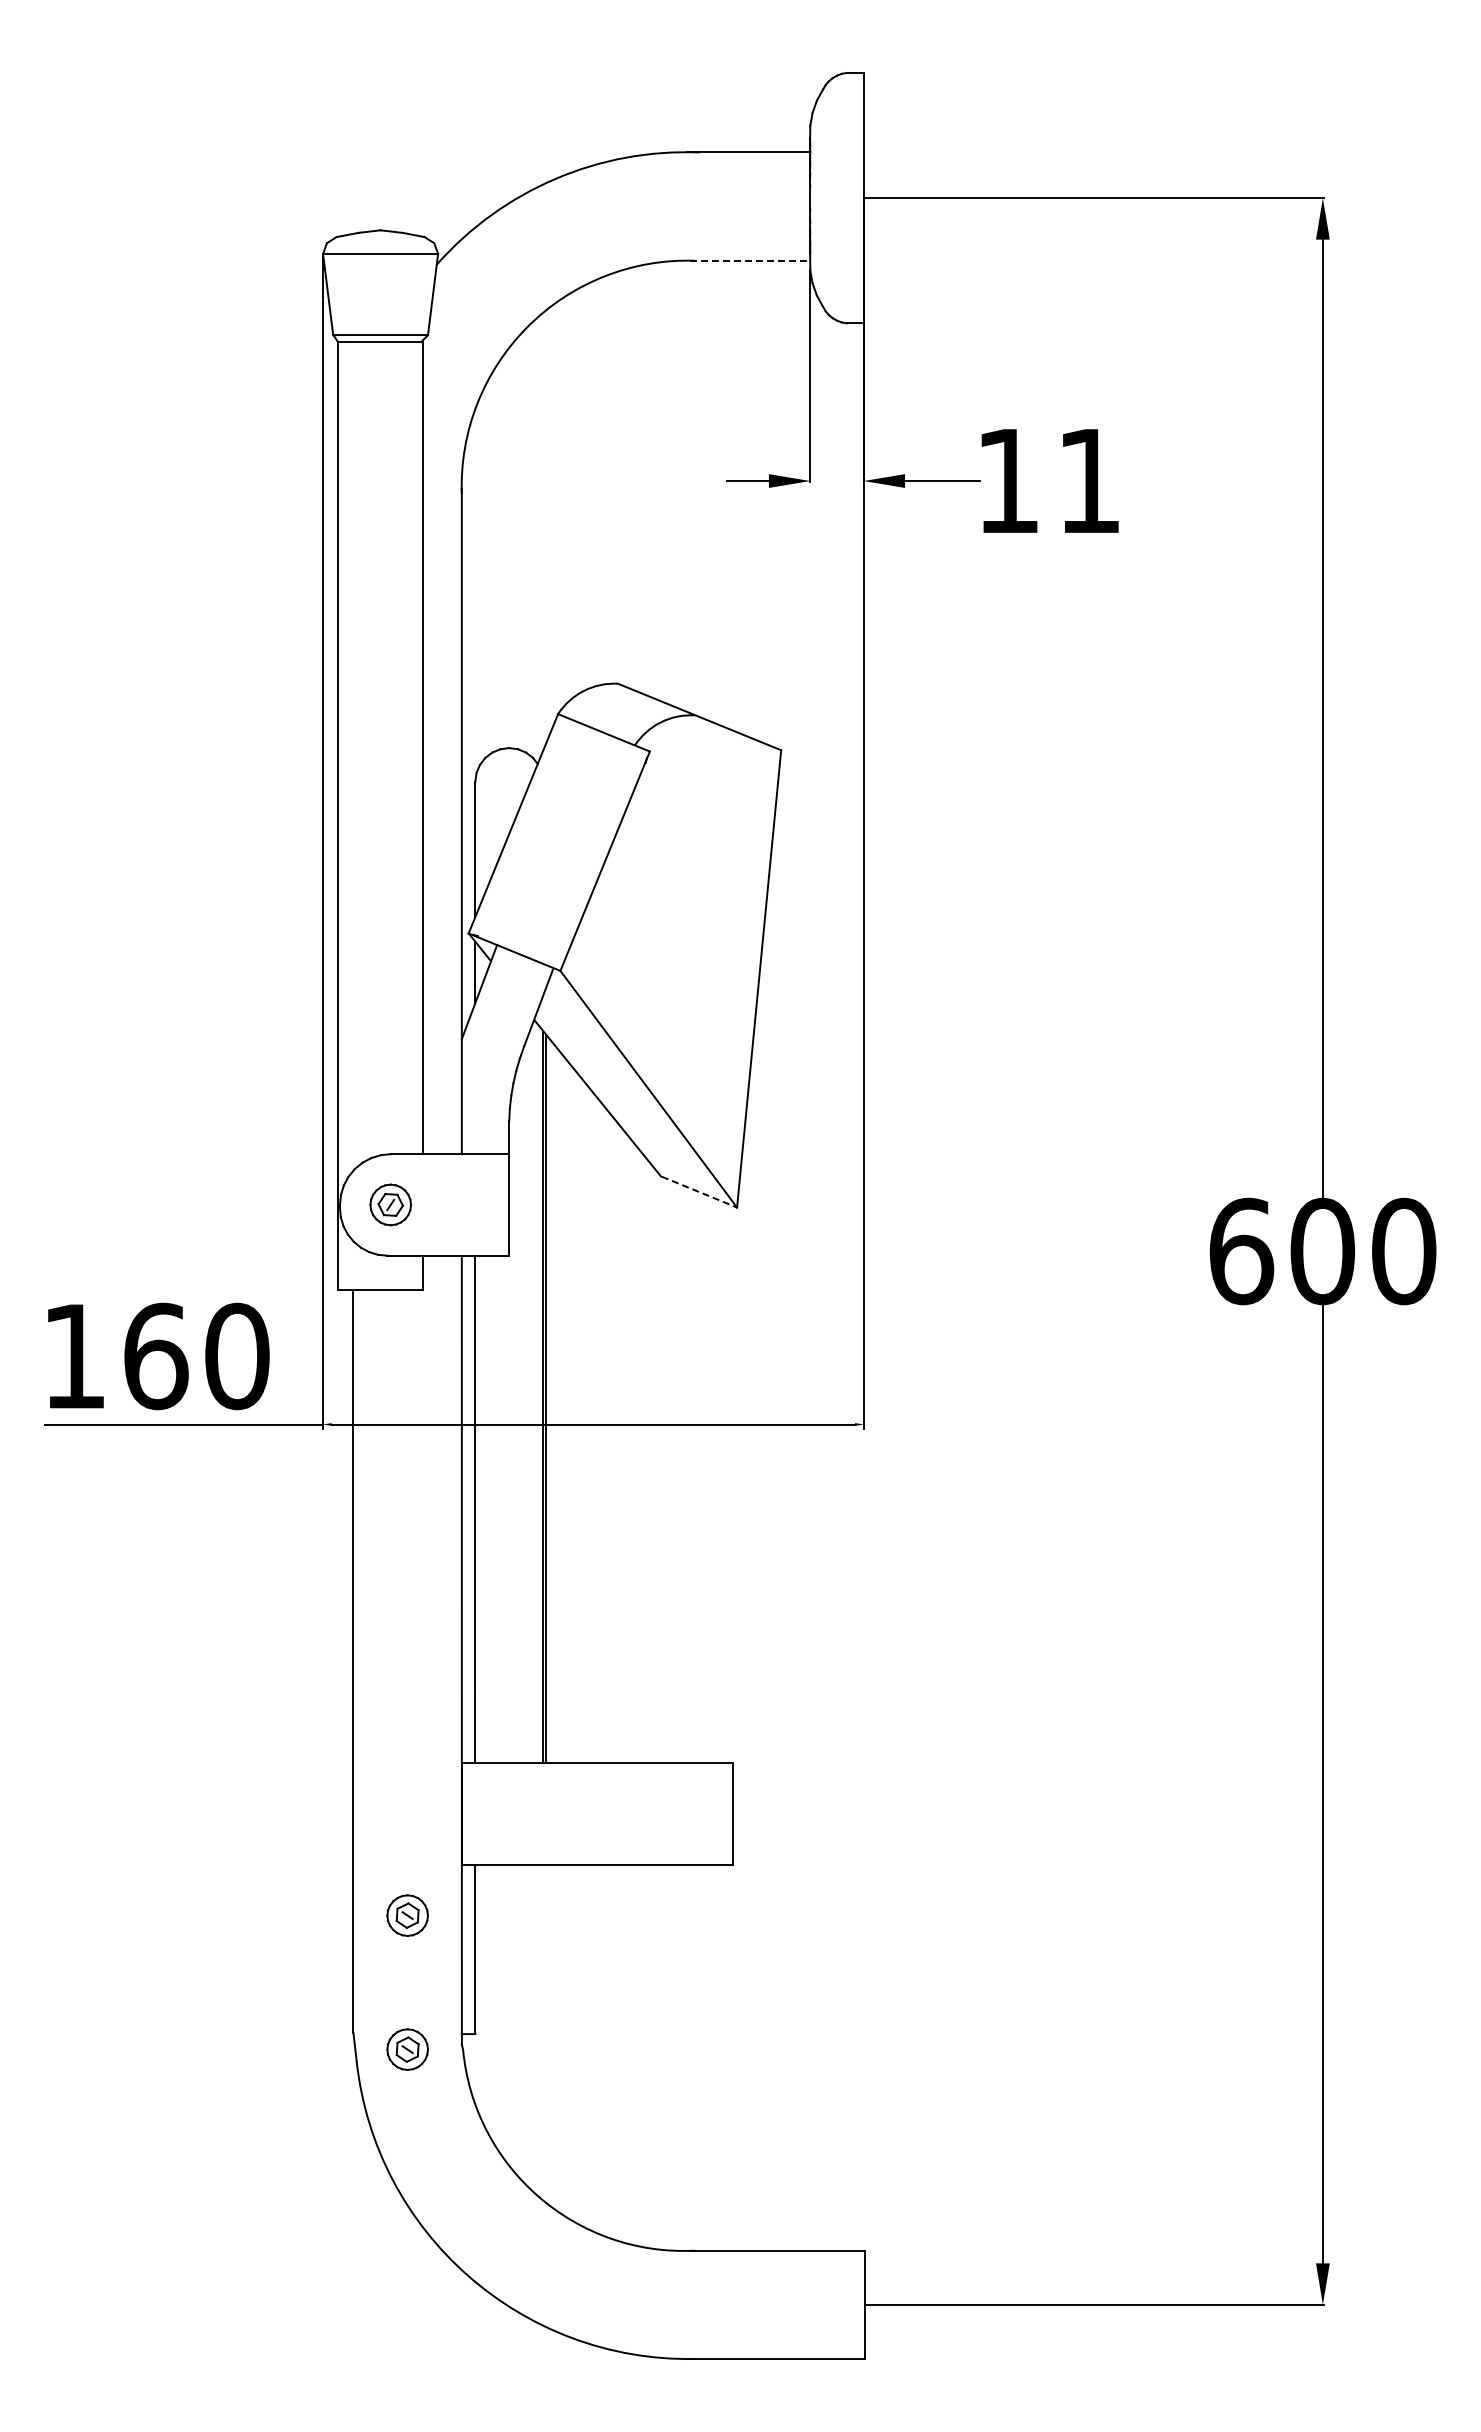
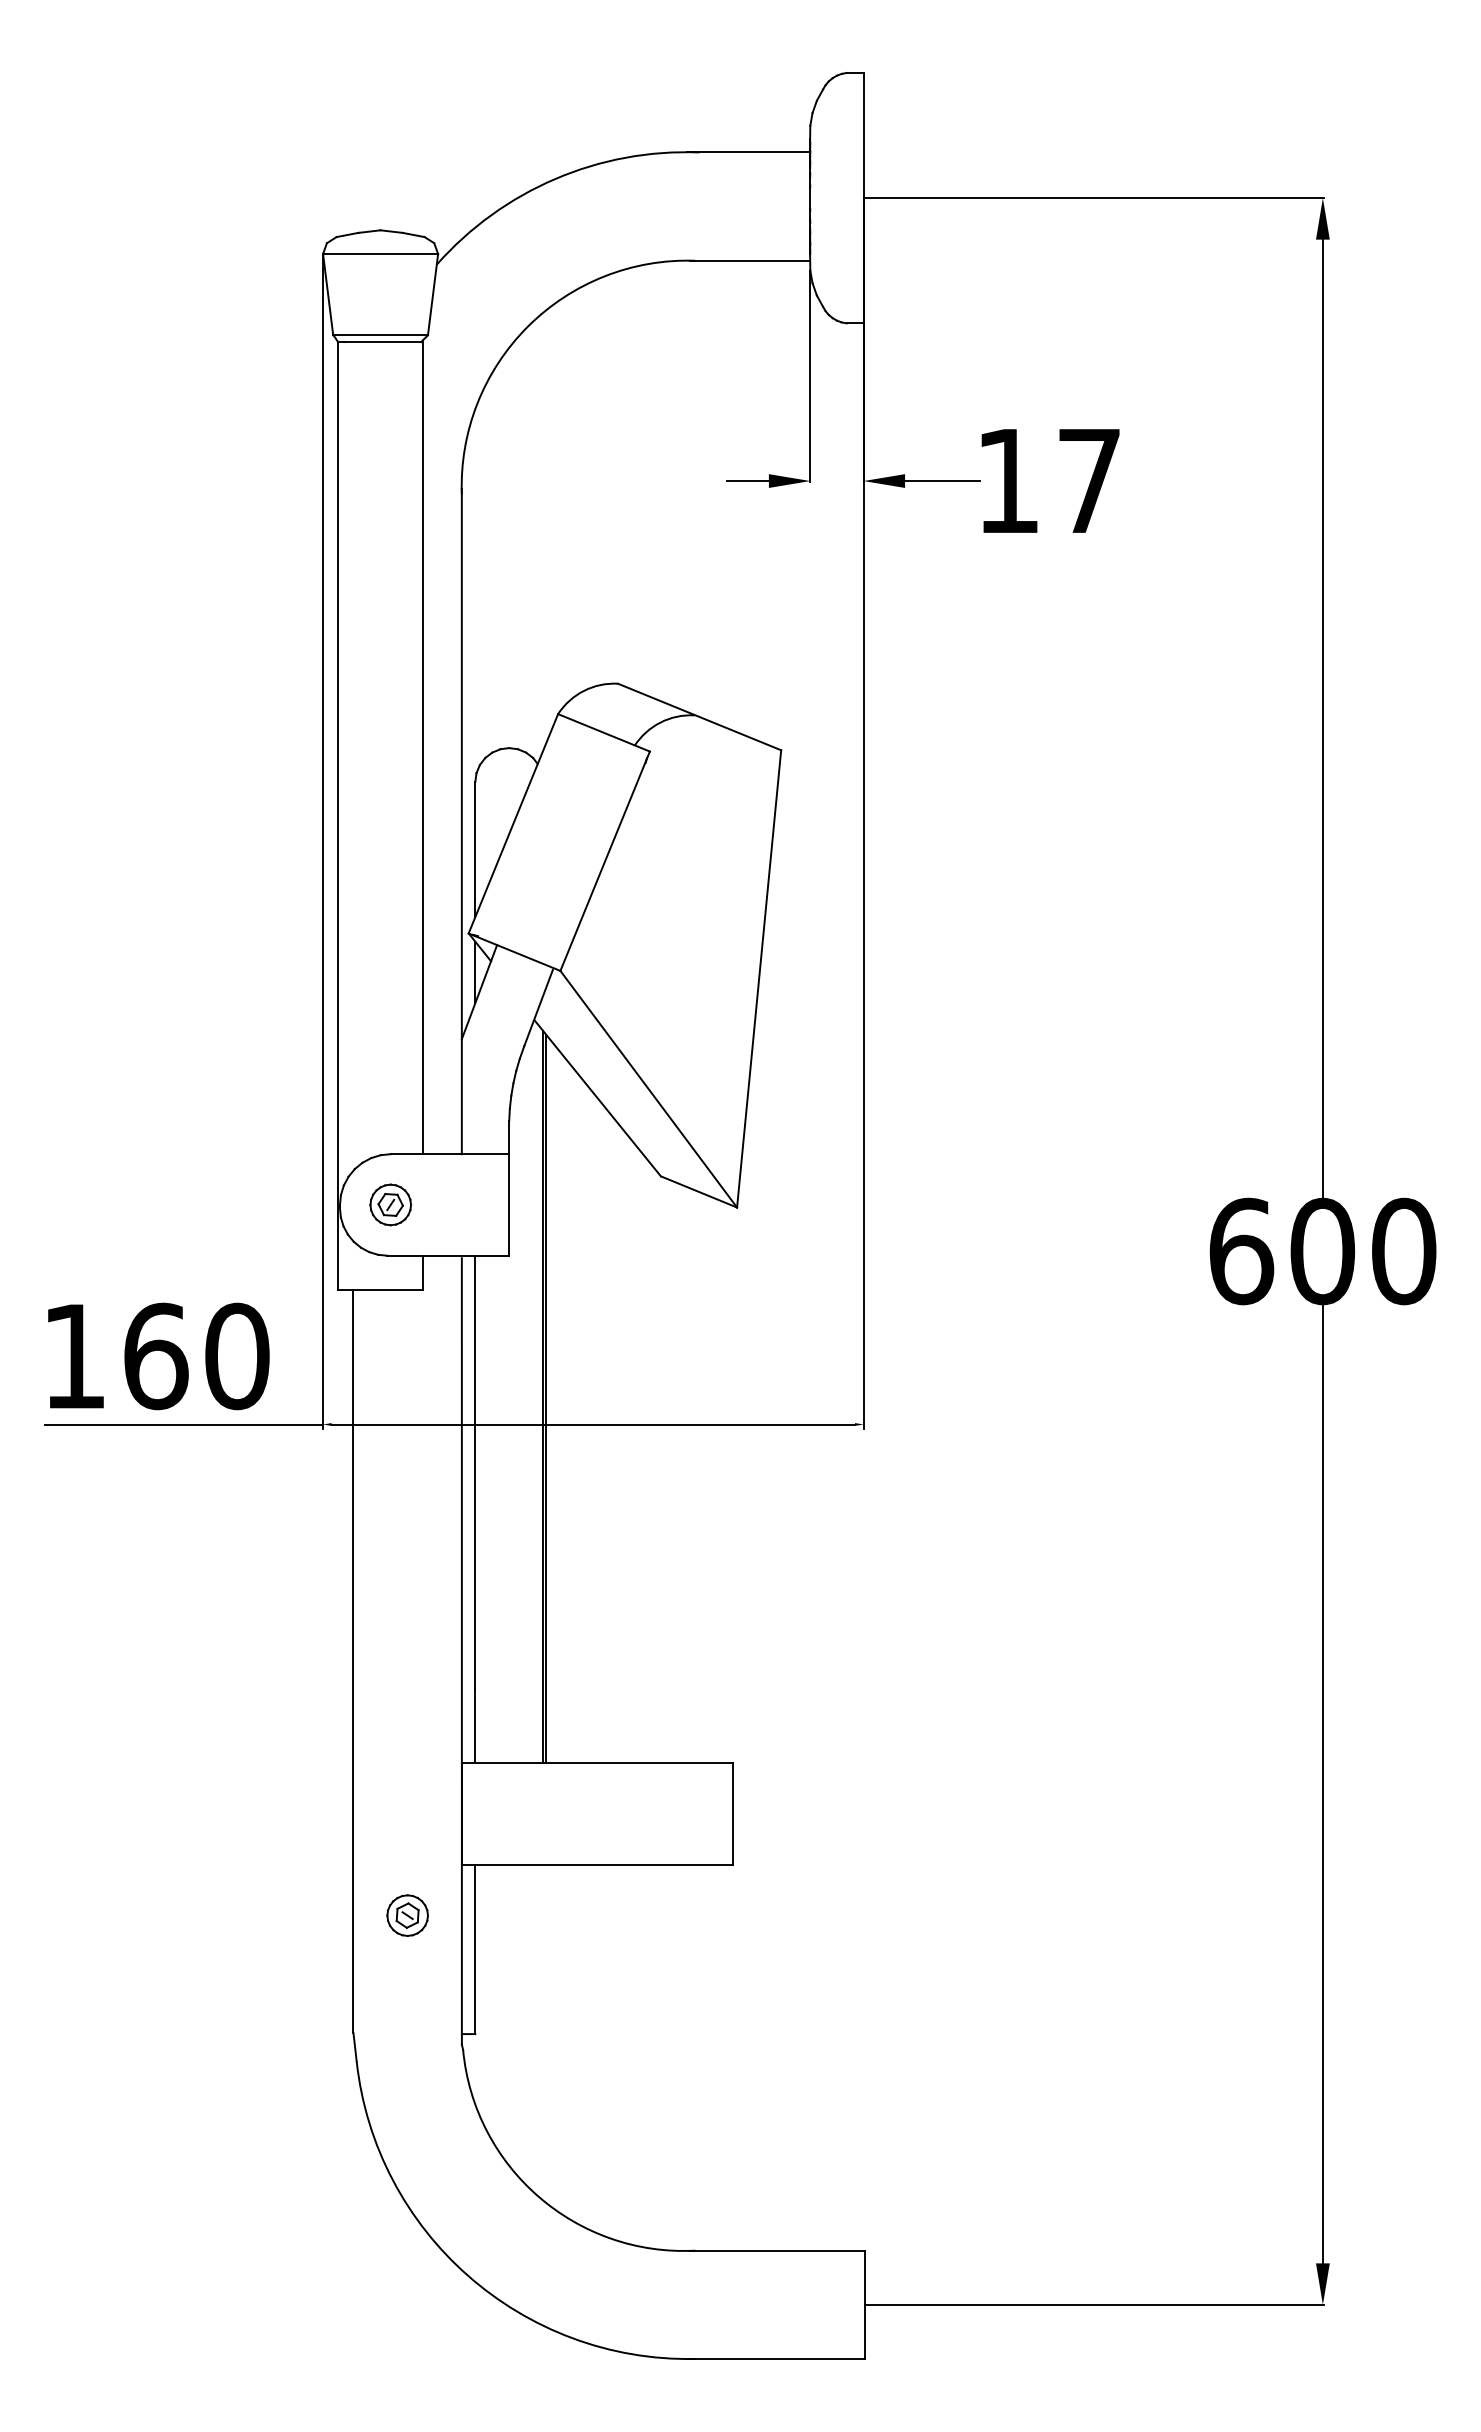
line at (750, 260): dashed -> solid
text at (1089, 480): 11 -> 17
line at (699, 1192): dashed -> solid
part at (407, 2049): present -> none
